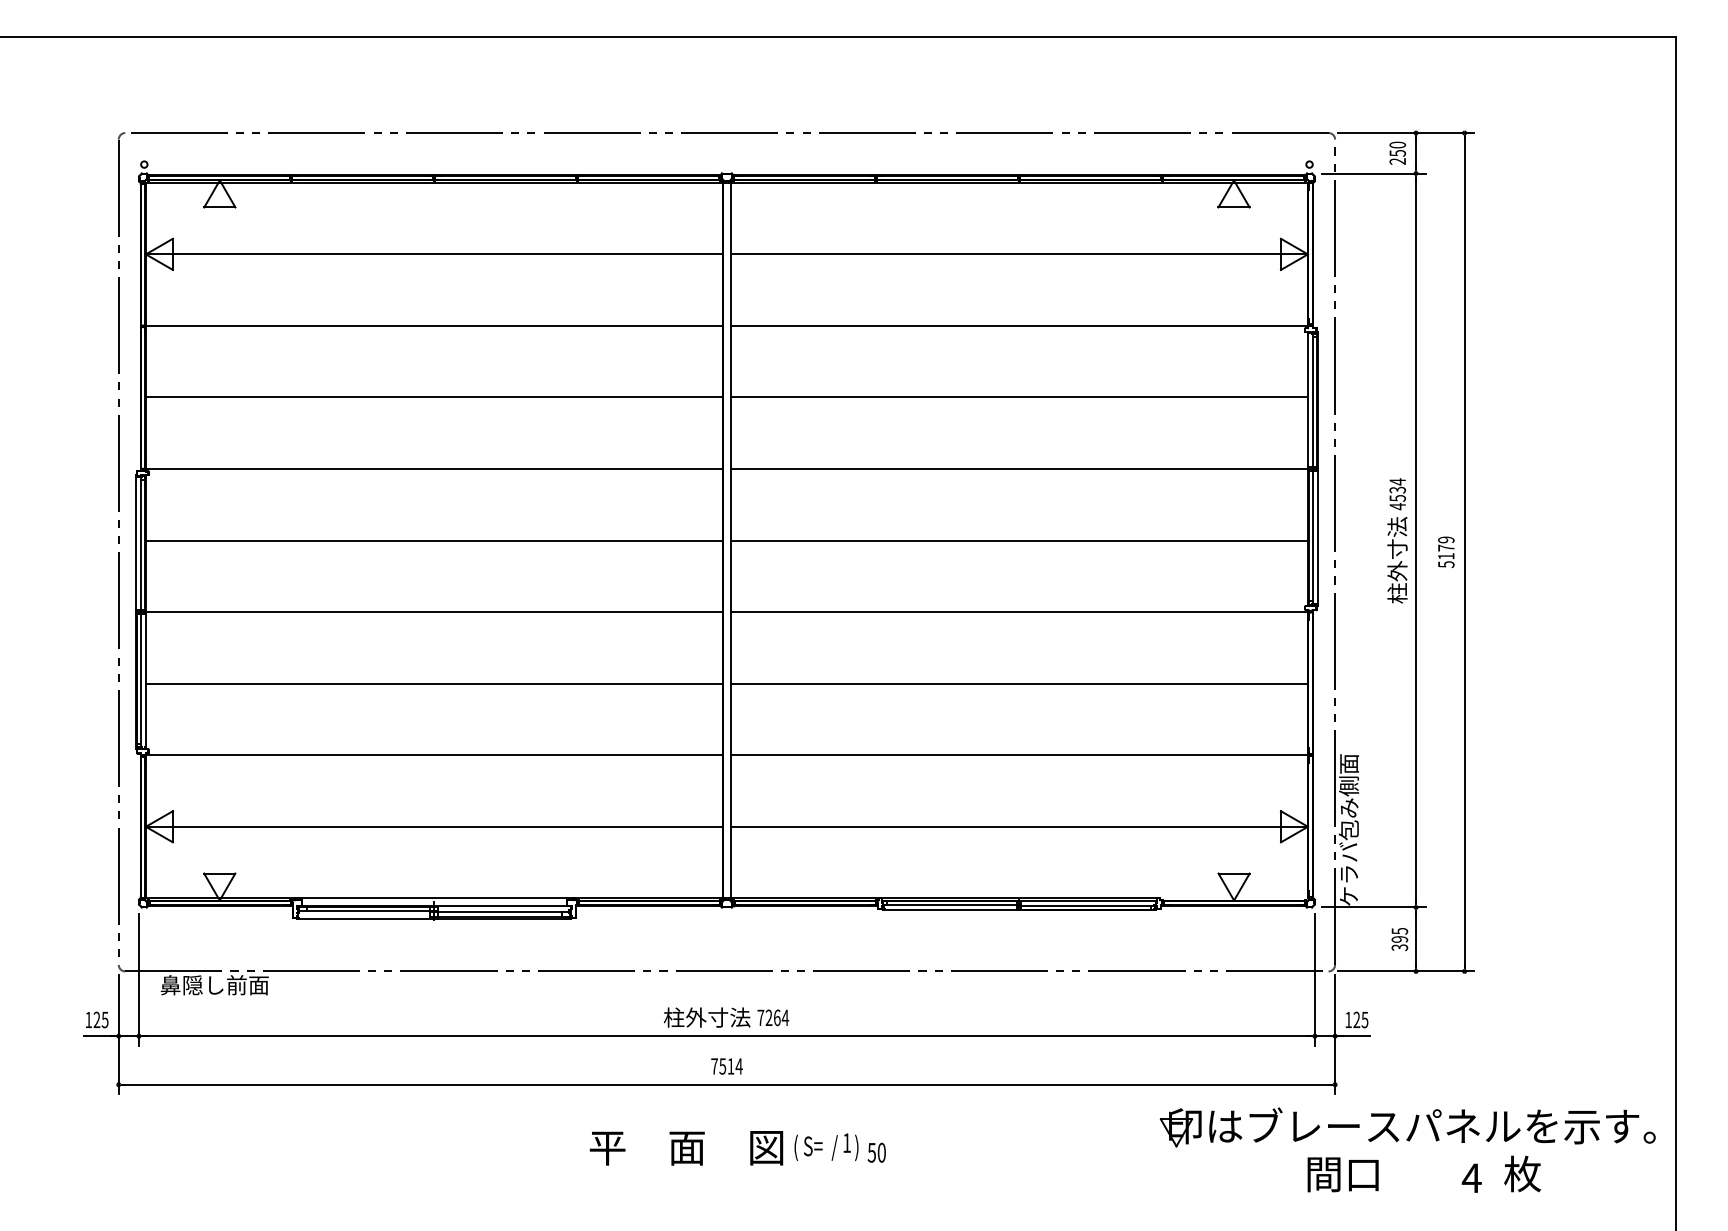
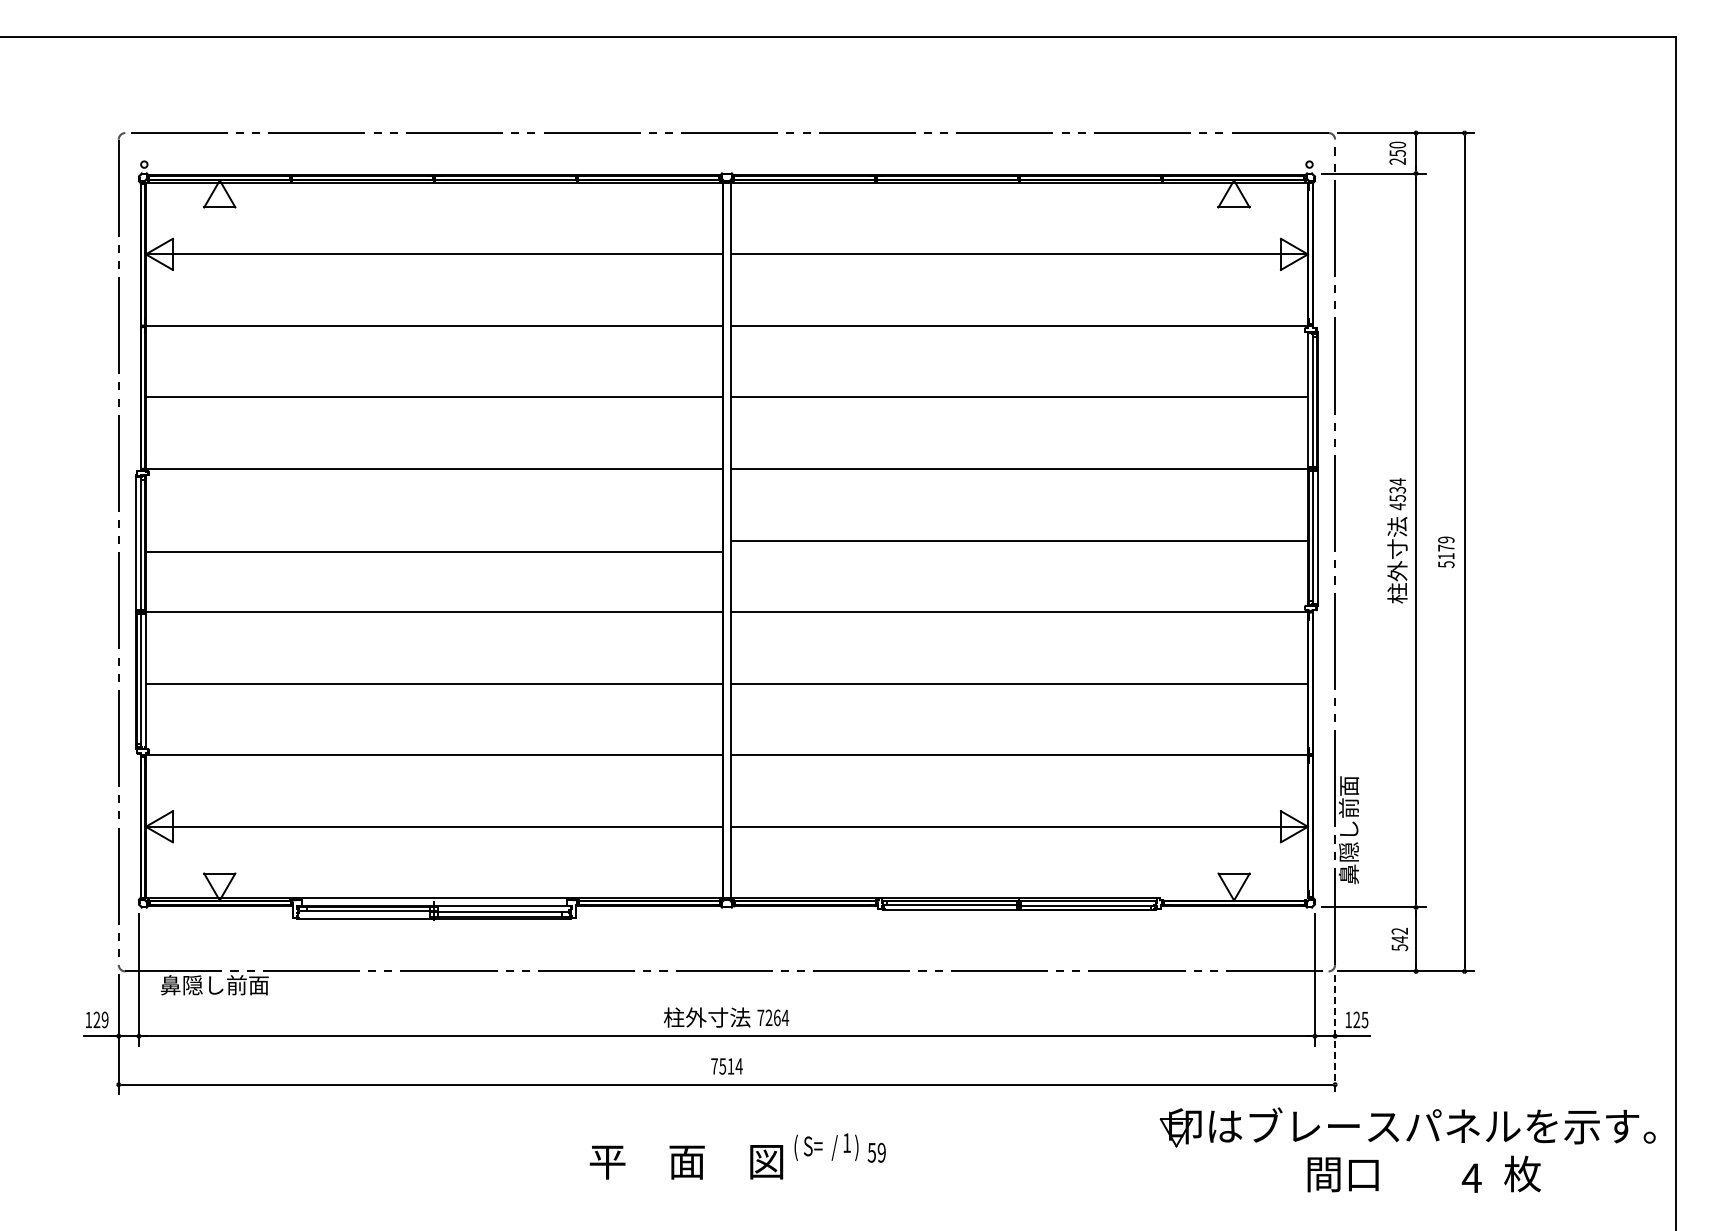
line at (433, 540) position: (433, 540) -> (433, 551)
text at (1348, 829): ケラバ包み側面 -> 鼻隠し前面
text at (1399, 938): 395 -> 542
text at (104, 1019): 125 -> 129
line at (1335, 1034): solid -> dashed
text at (686, 1148) position: (686, 1148) -> (686, 1162)
text at (881, 1152): 50 -> 59
